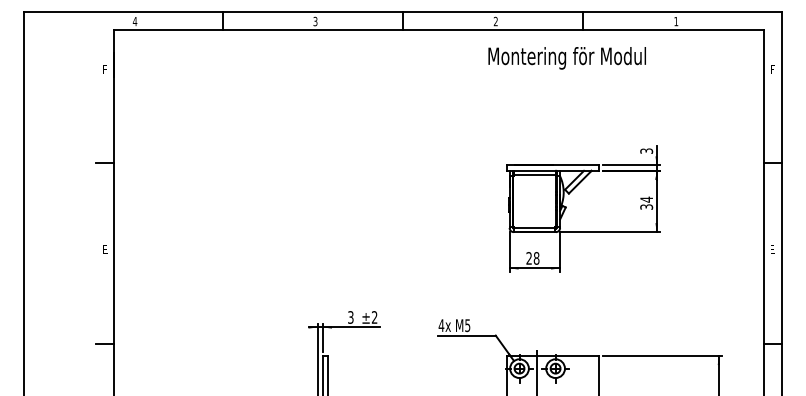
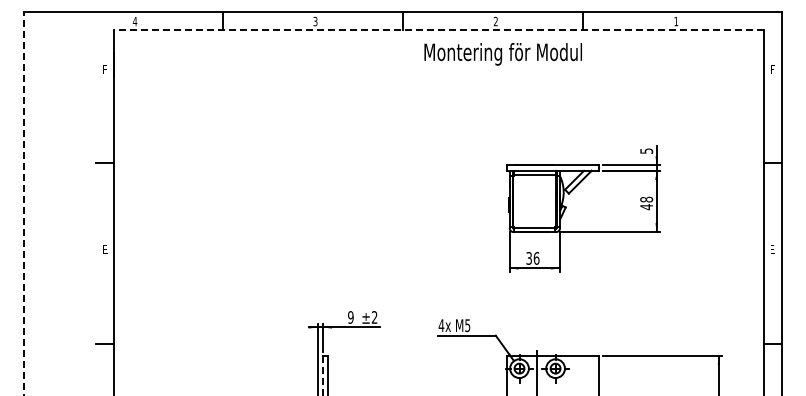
line at (439, 29): solid -> dashed
text at (566, 58) position: (566, 58) -> (502, 54)
text at (646, 150): 3 -> 5
line at (24, 203): solid -> dashed
text at (646, 203): 34 -> 48
text at (532, 258): 28 -> 36
text at (350, 317): 3 -> 9
line at (322, 375): solid -> dashed
